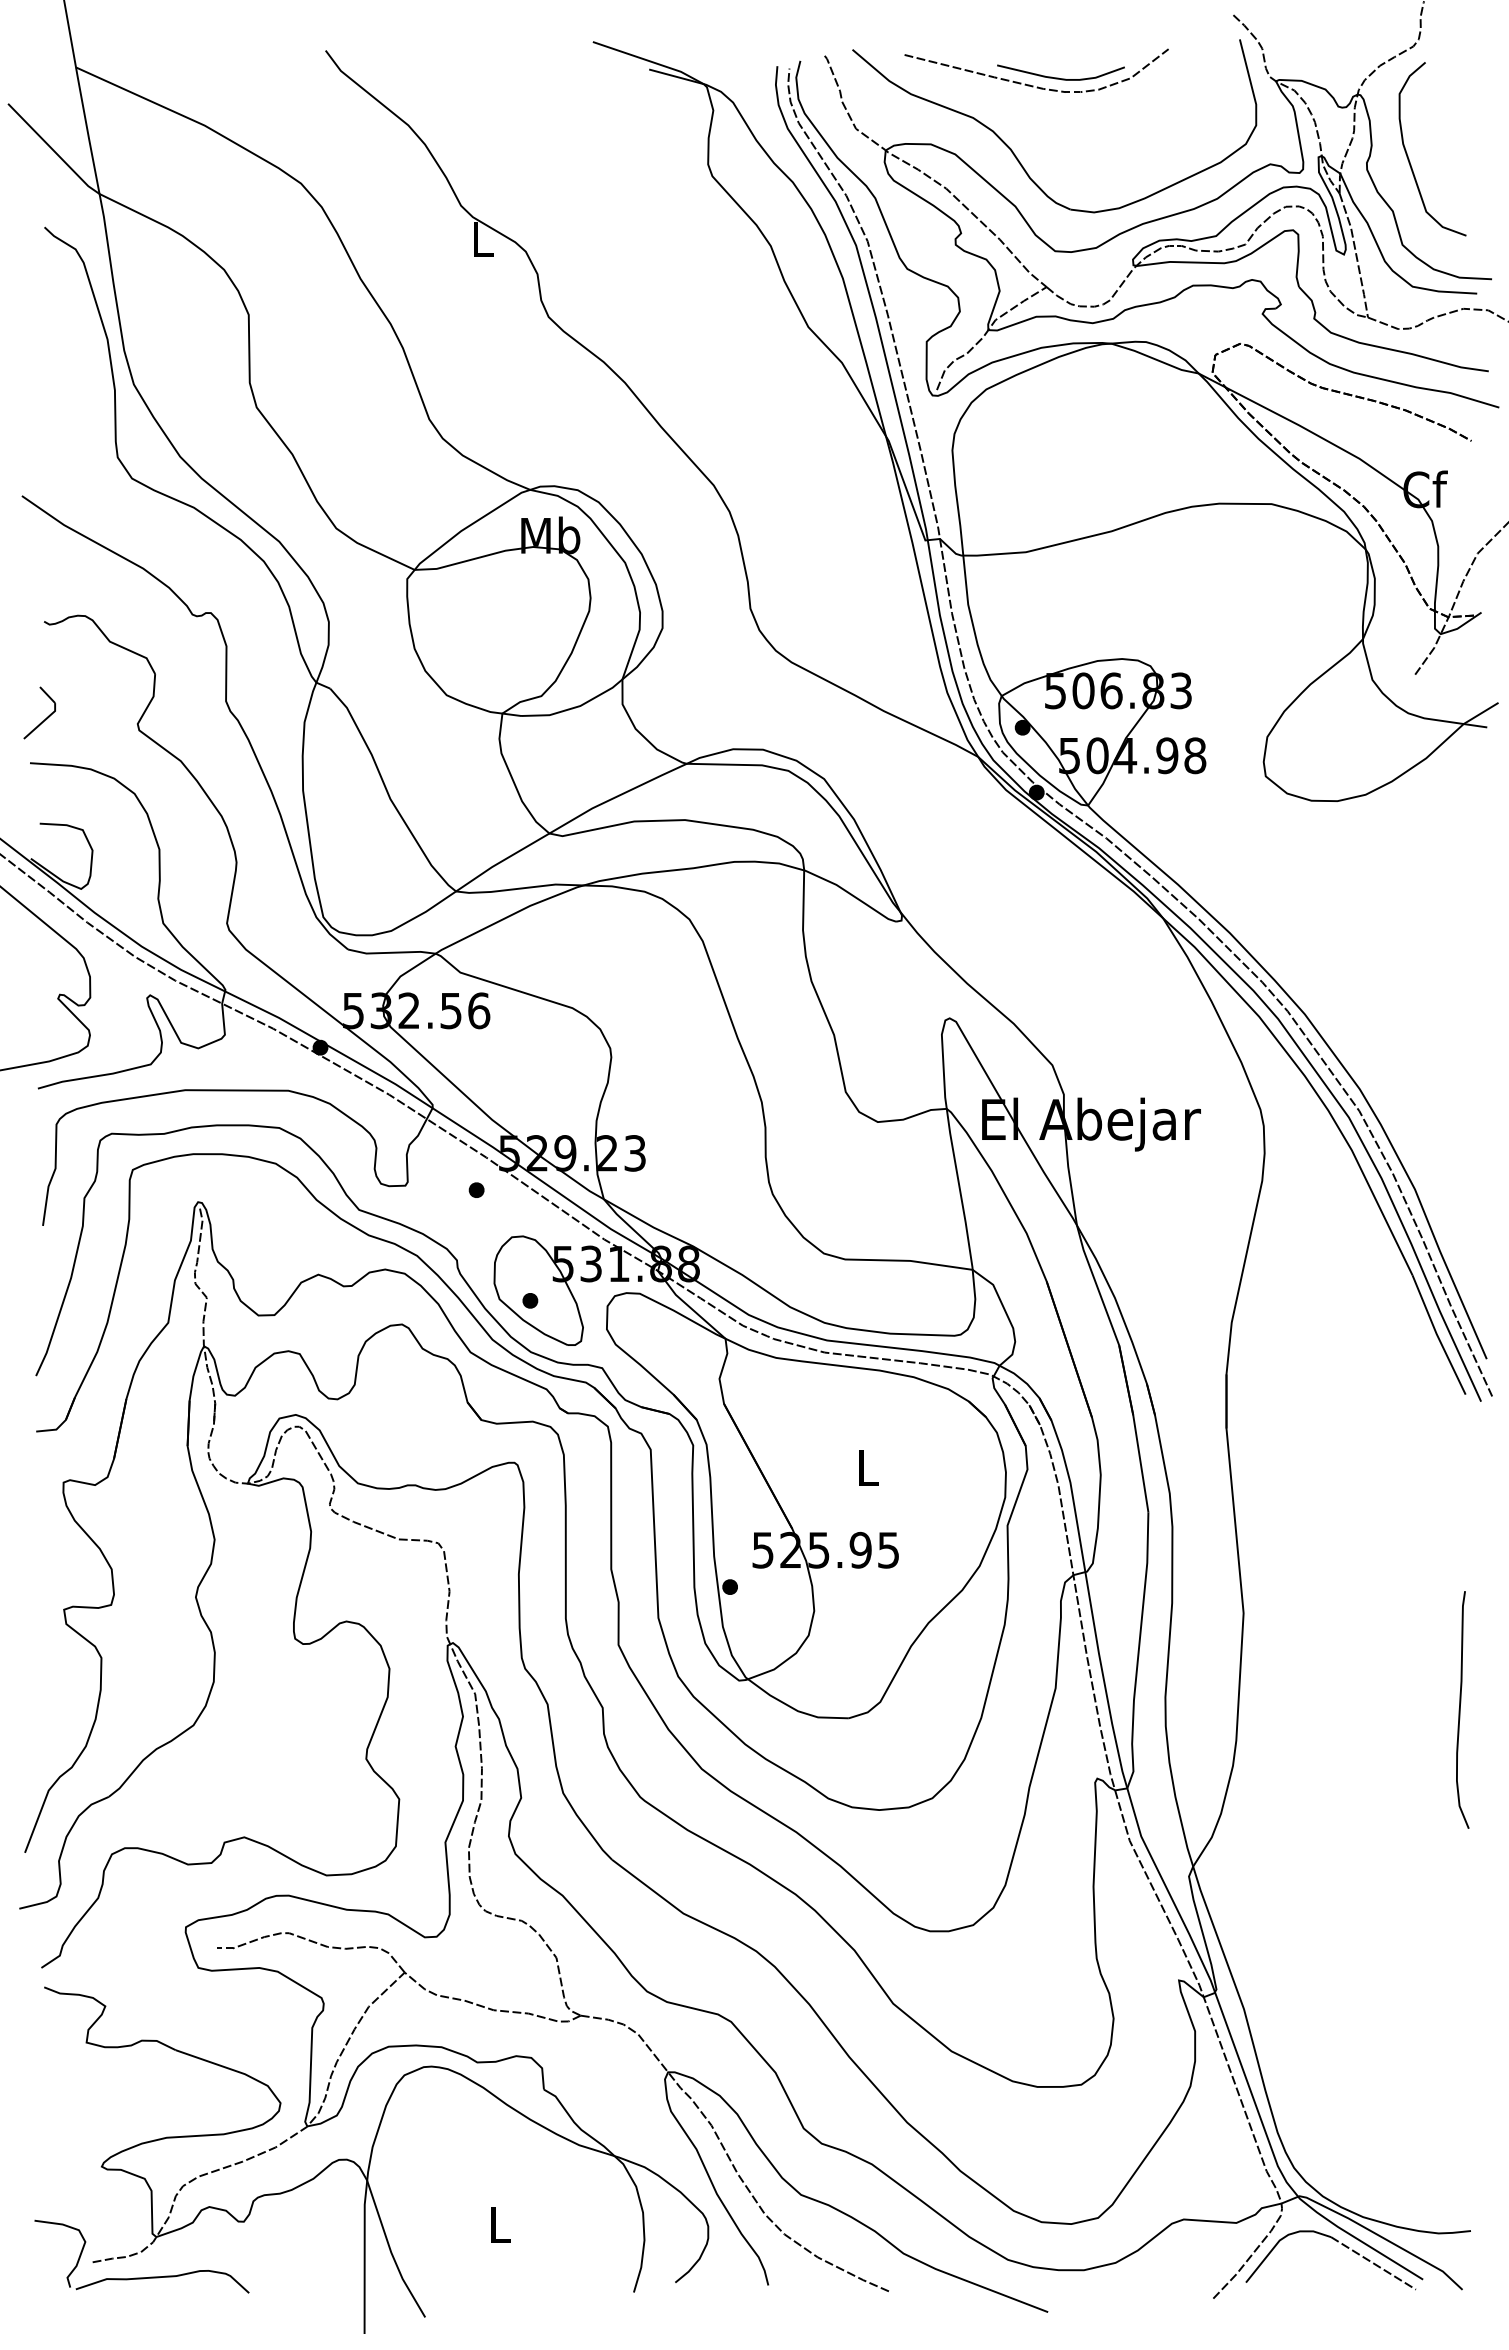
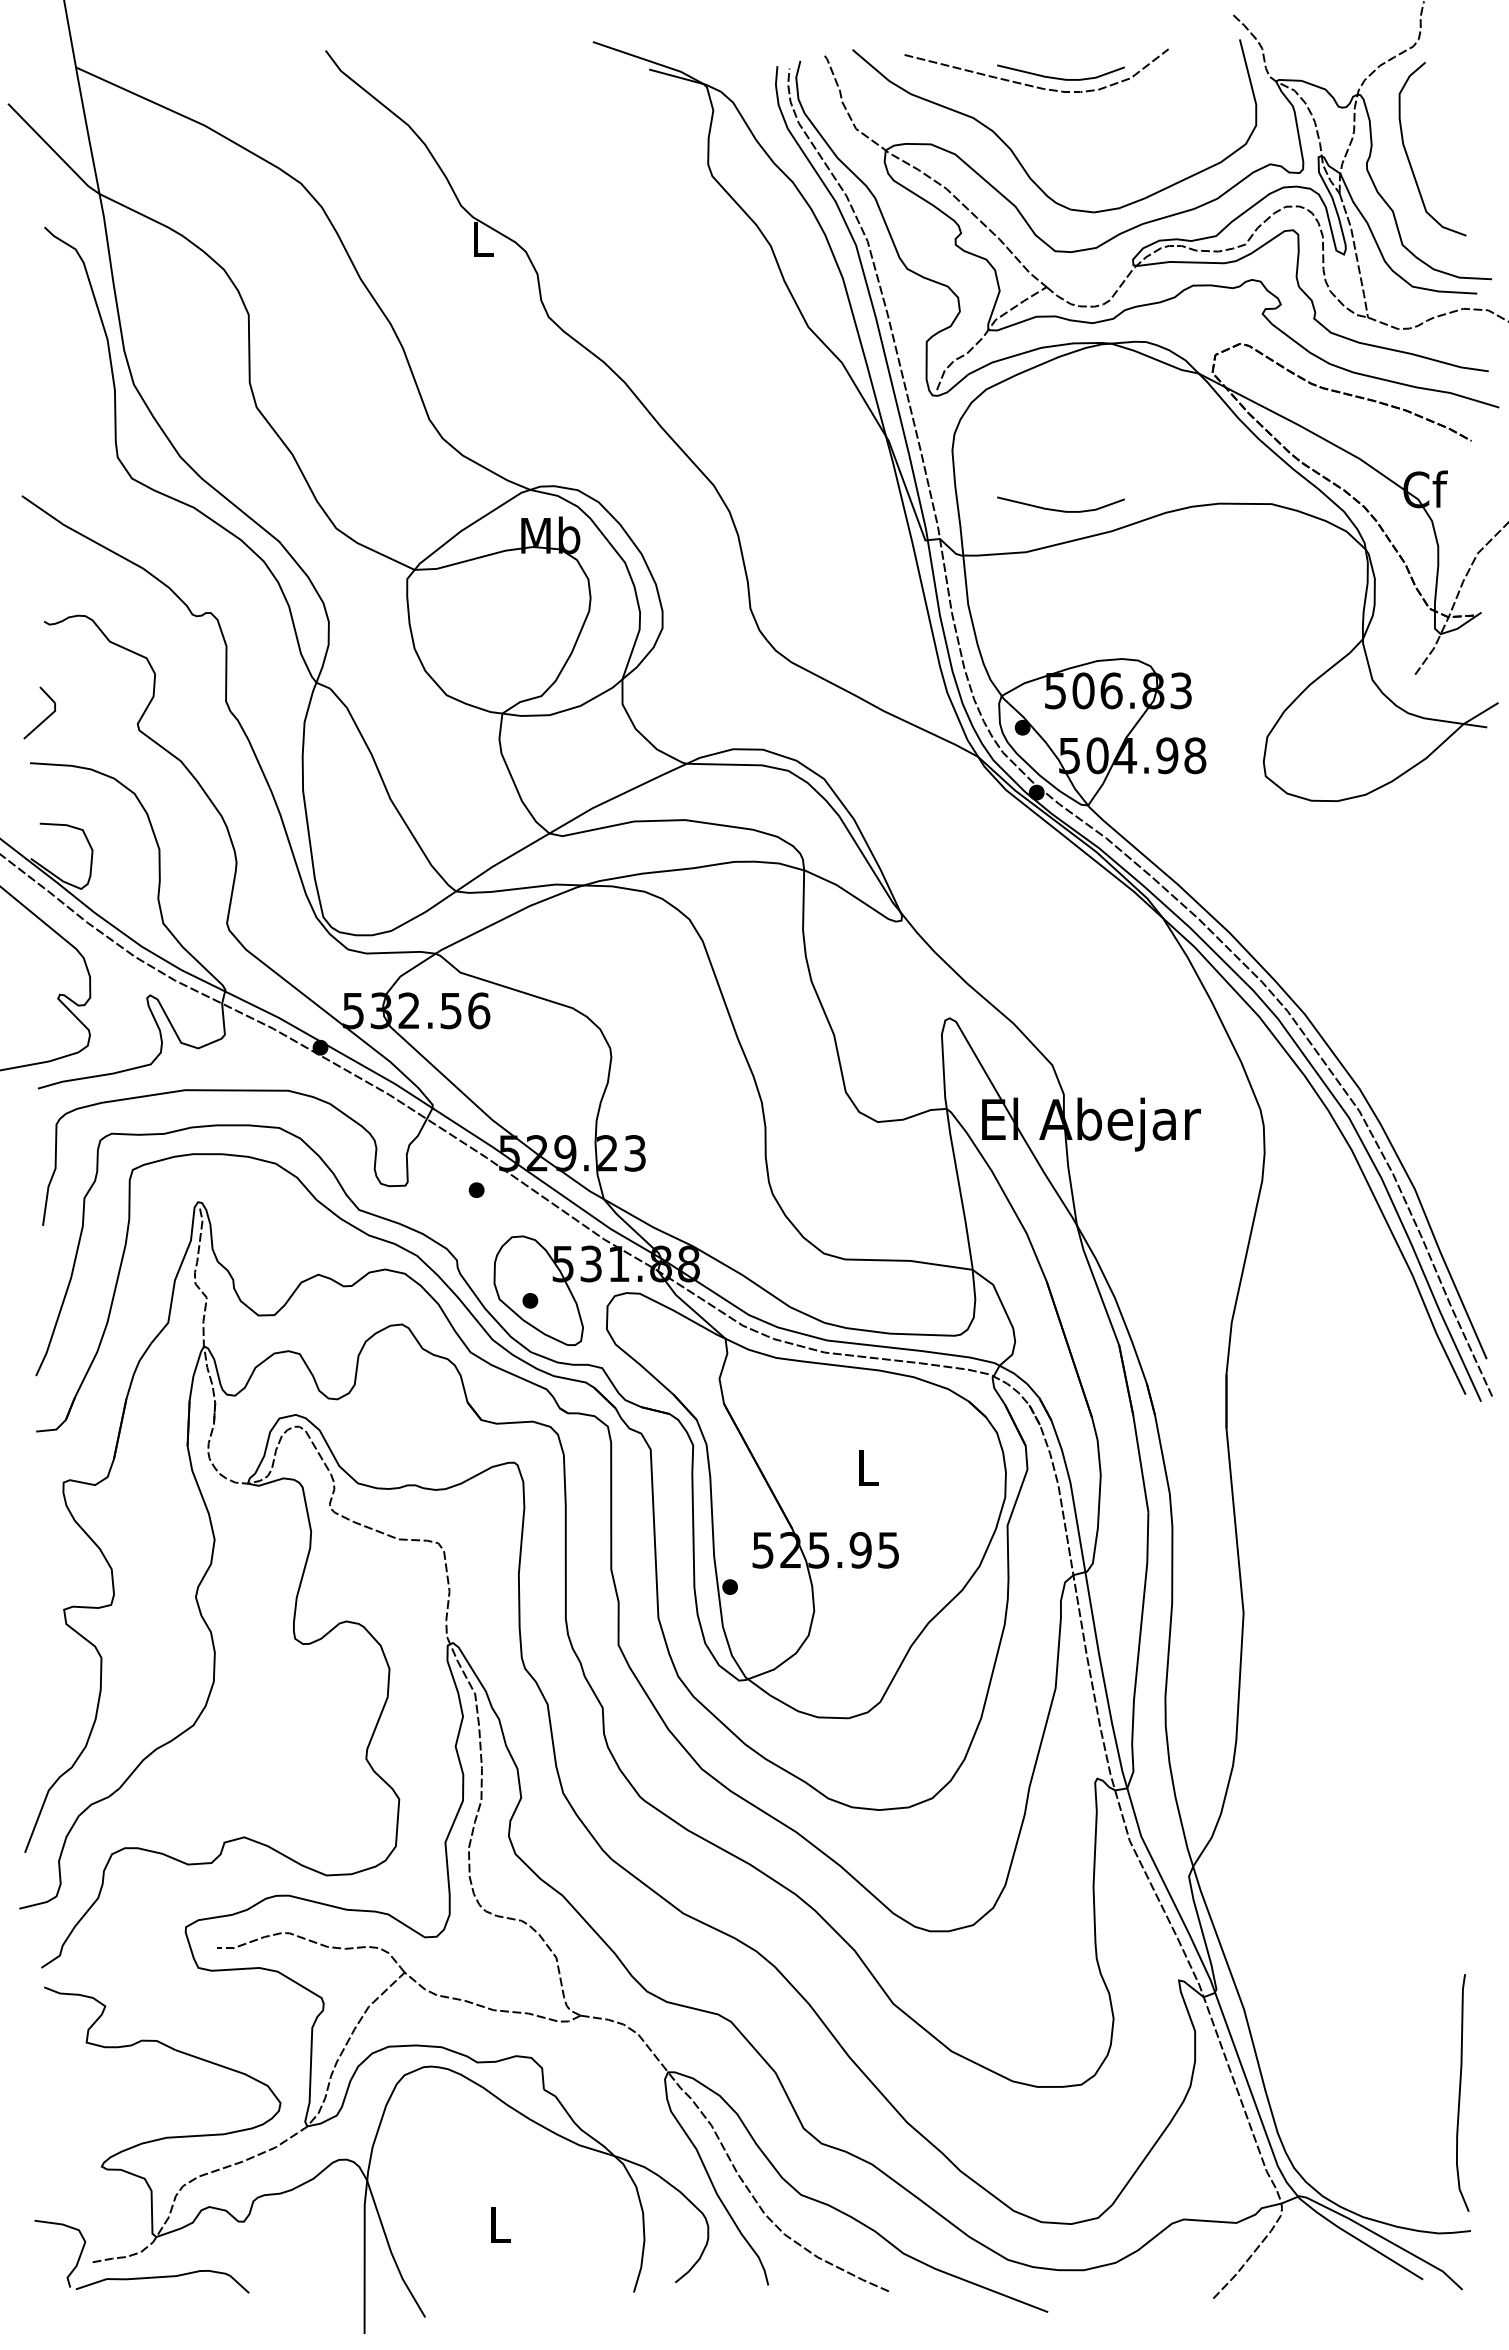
curve at (1058, 509): none -> present
curve at (1460, 1709) position: (1460, 1709) -> (1460, 2092)
part at (1342, 2245): present -> none
